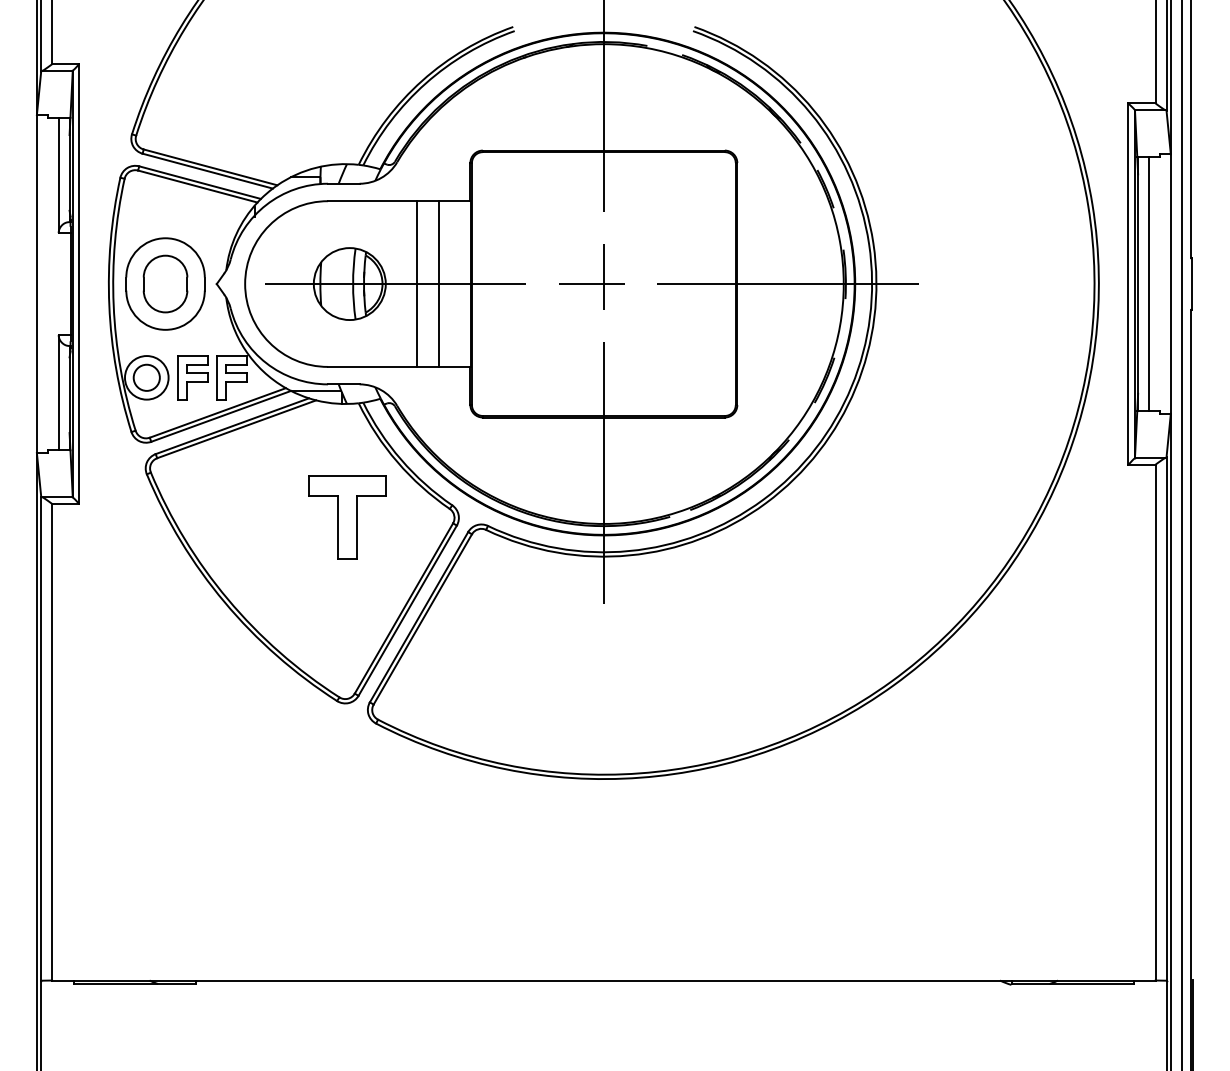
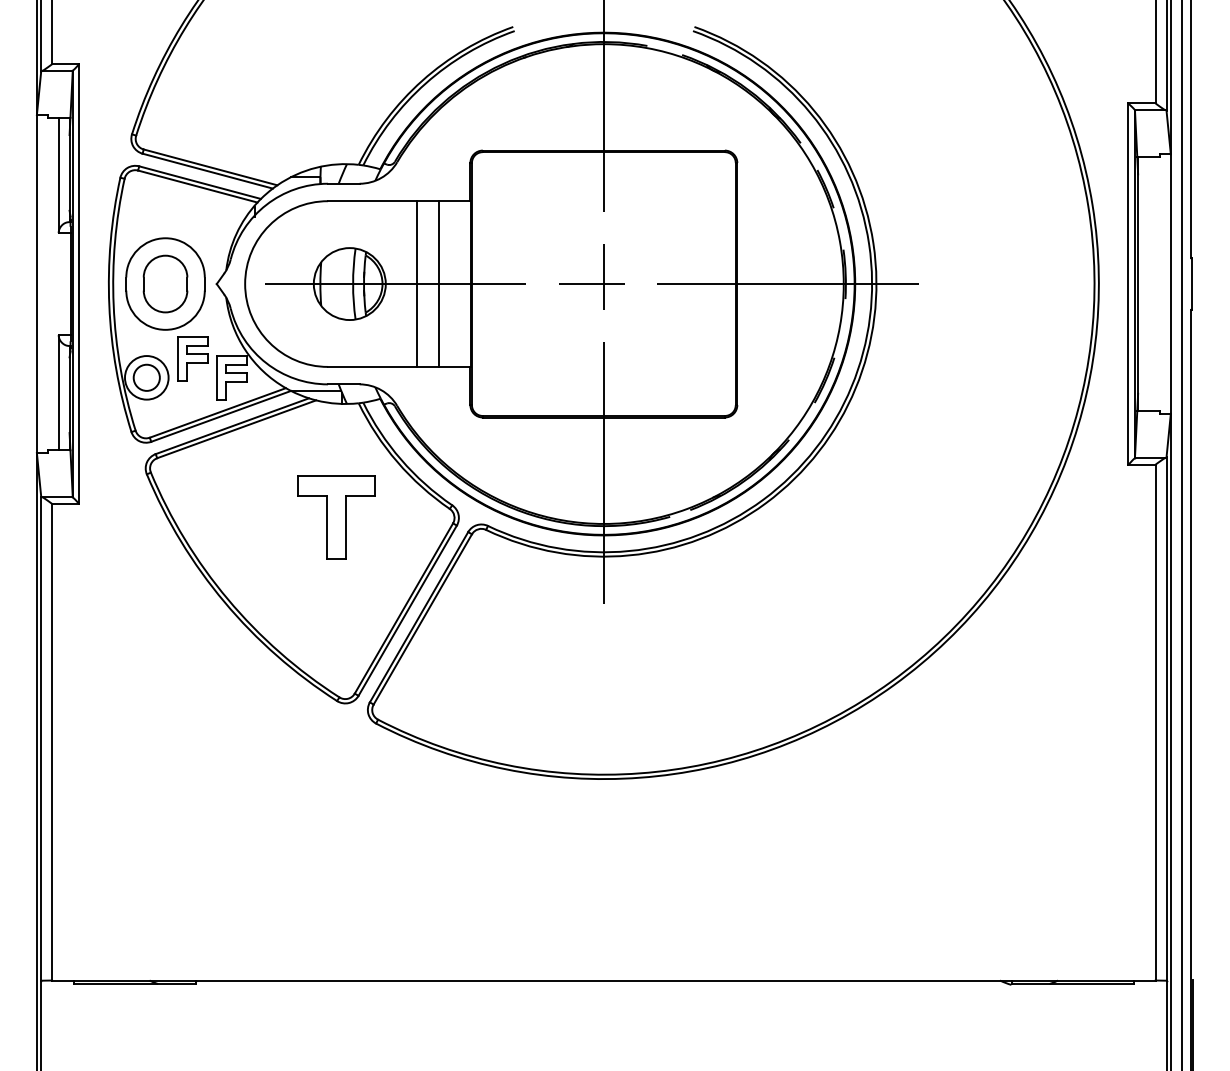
line at (1149, 284): present -> none
part at (192, 377) position: (192, 377) -> (192, 358)
part at (347, 517) position: (347, 517) -> (336, 517)
